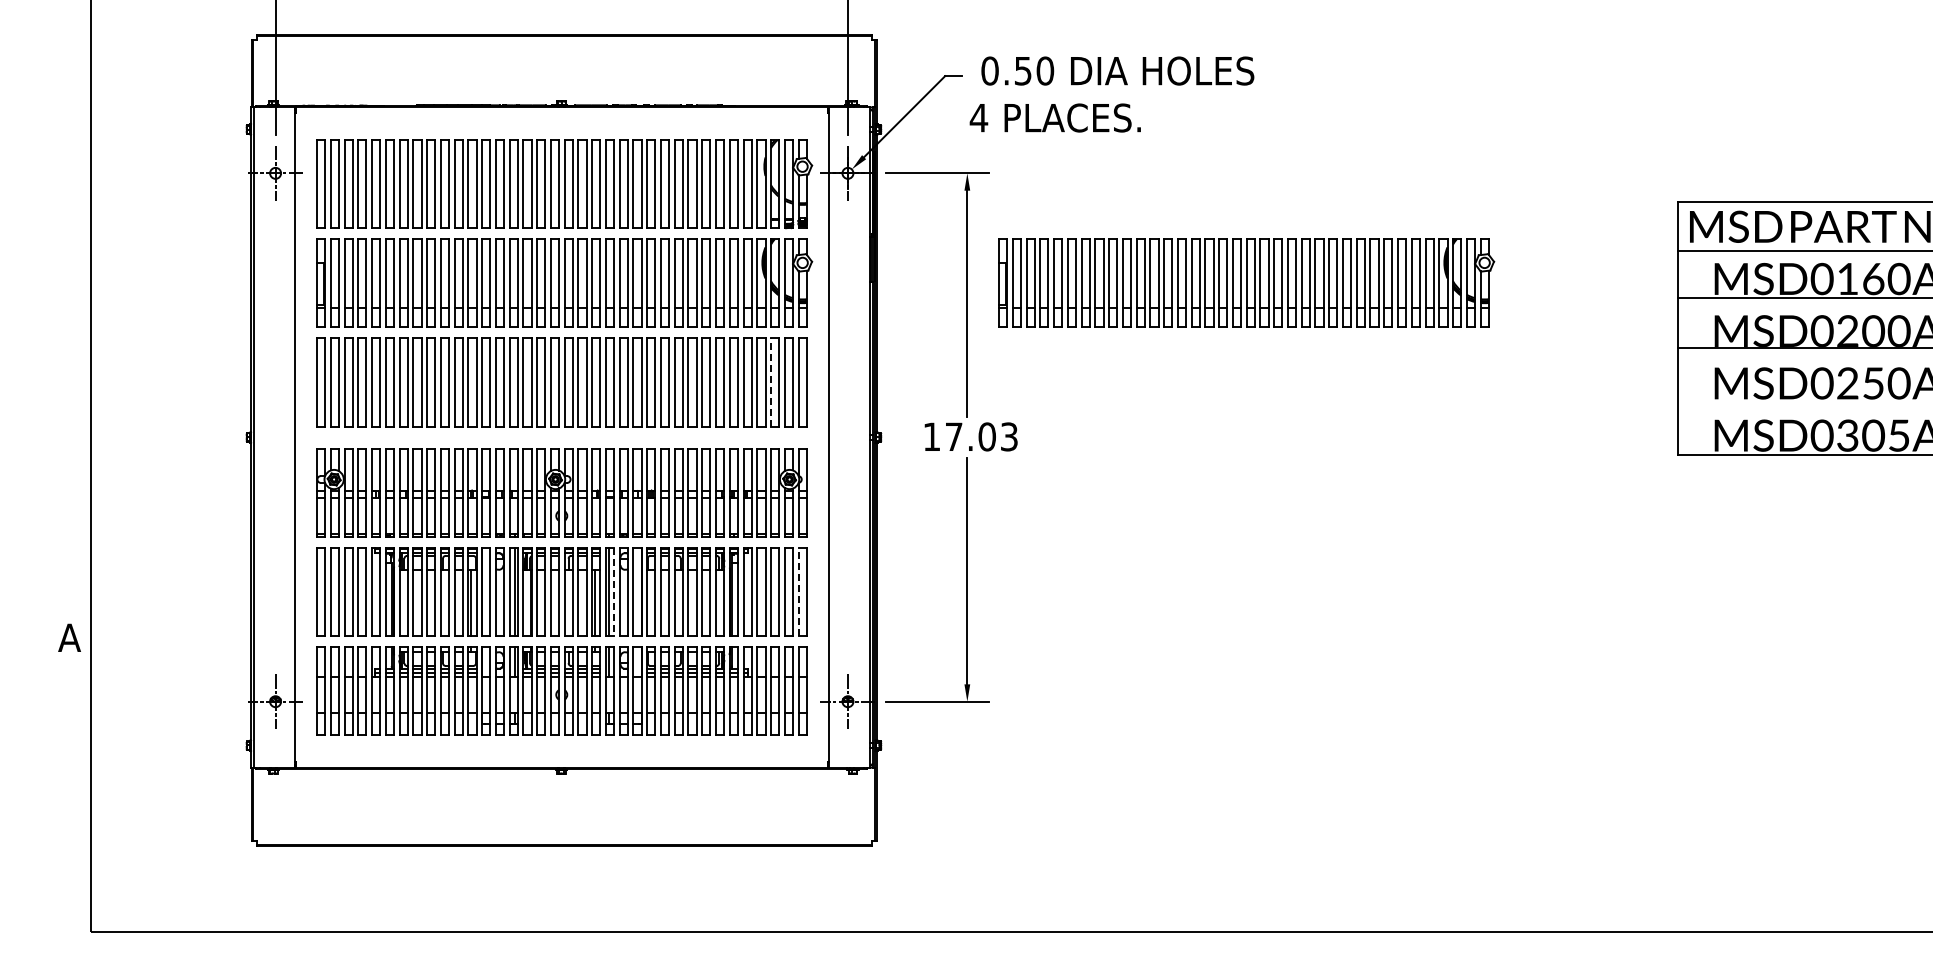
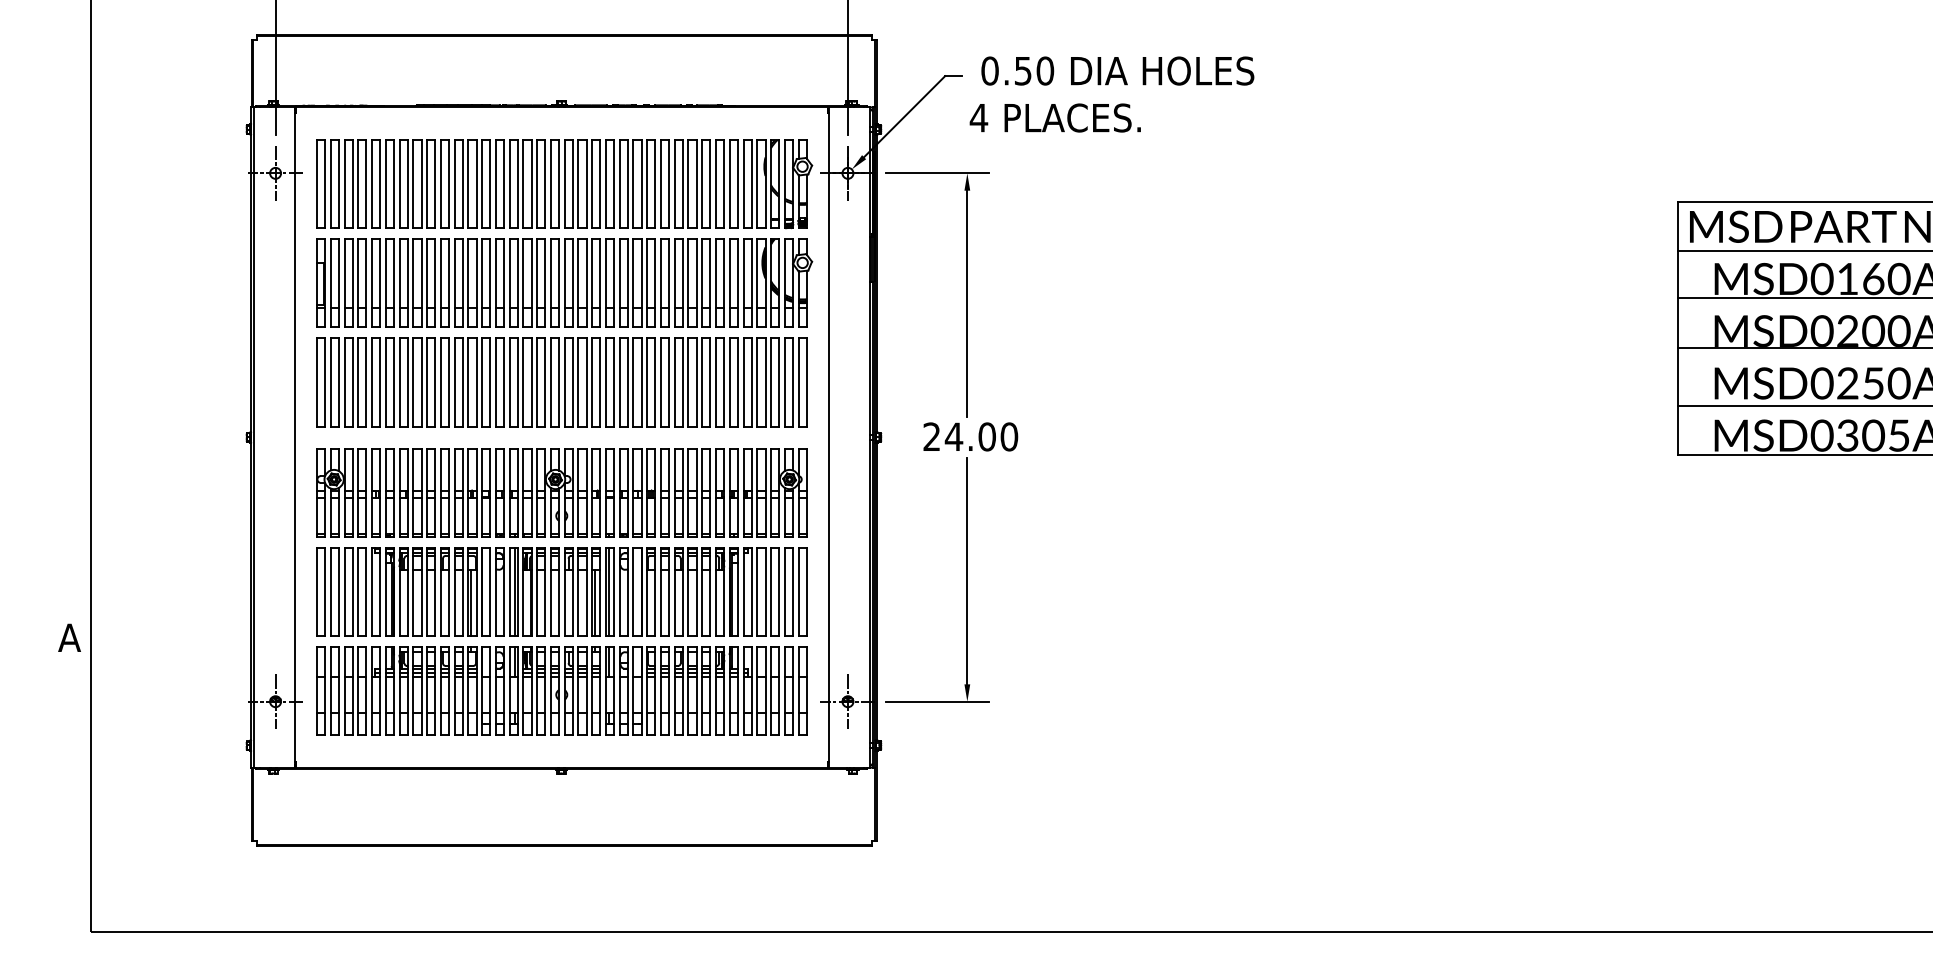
part at (1246, 282): present -> none
line at (771, 381): dashed -> solid
line at (1803, 406): none -> present
text at (970, 436): 17.03 -> 24.00
line at (798, 591): dashed -> solid
line at (614, 592): dashed -> solid
